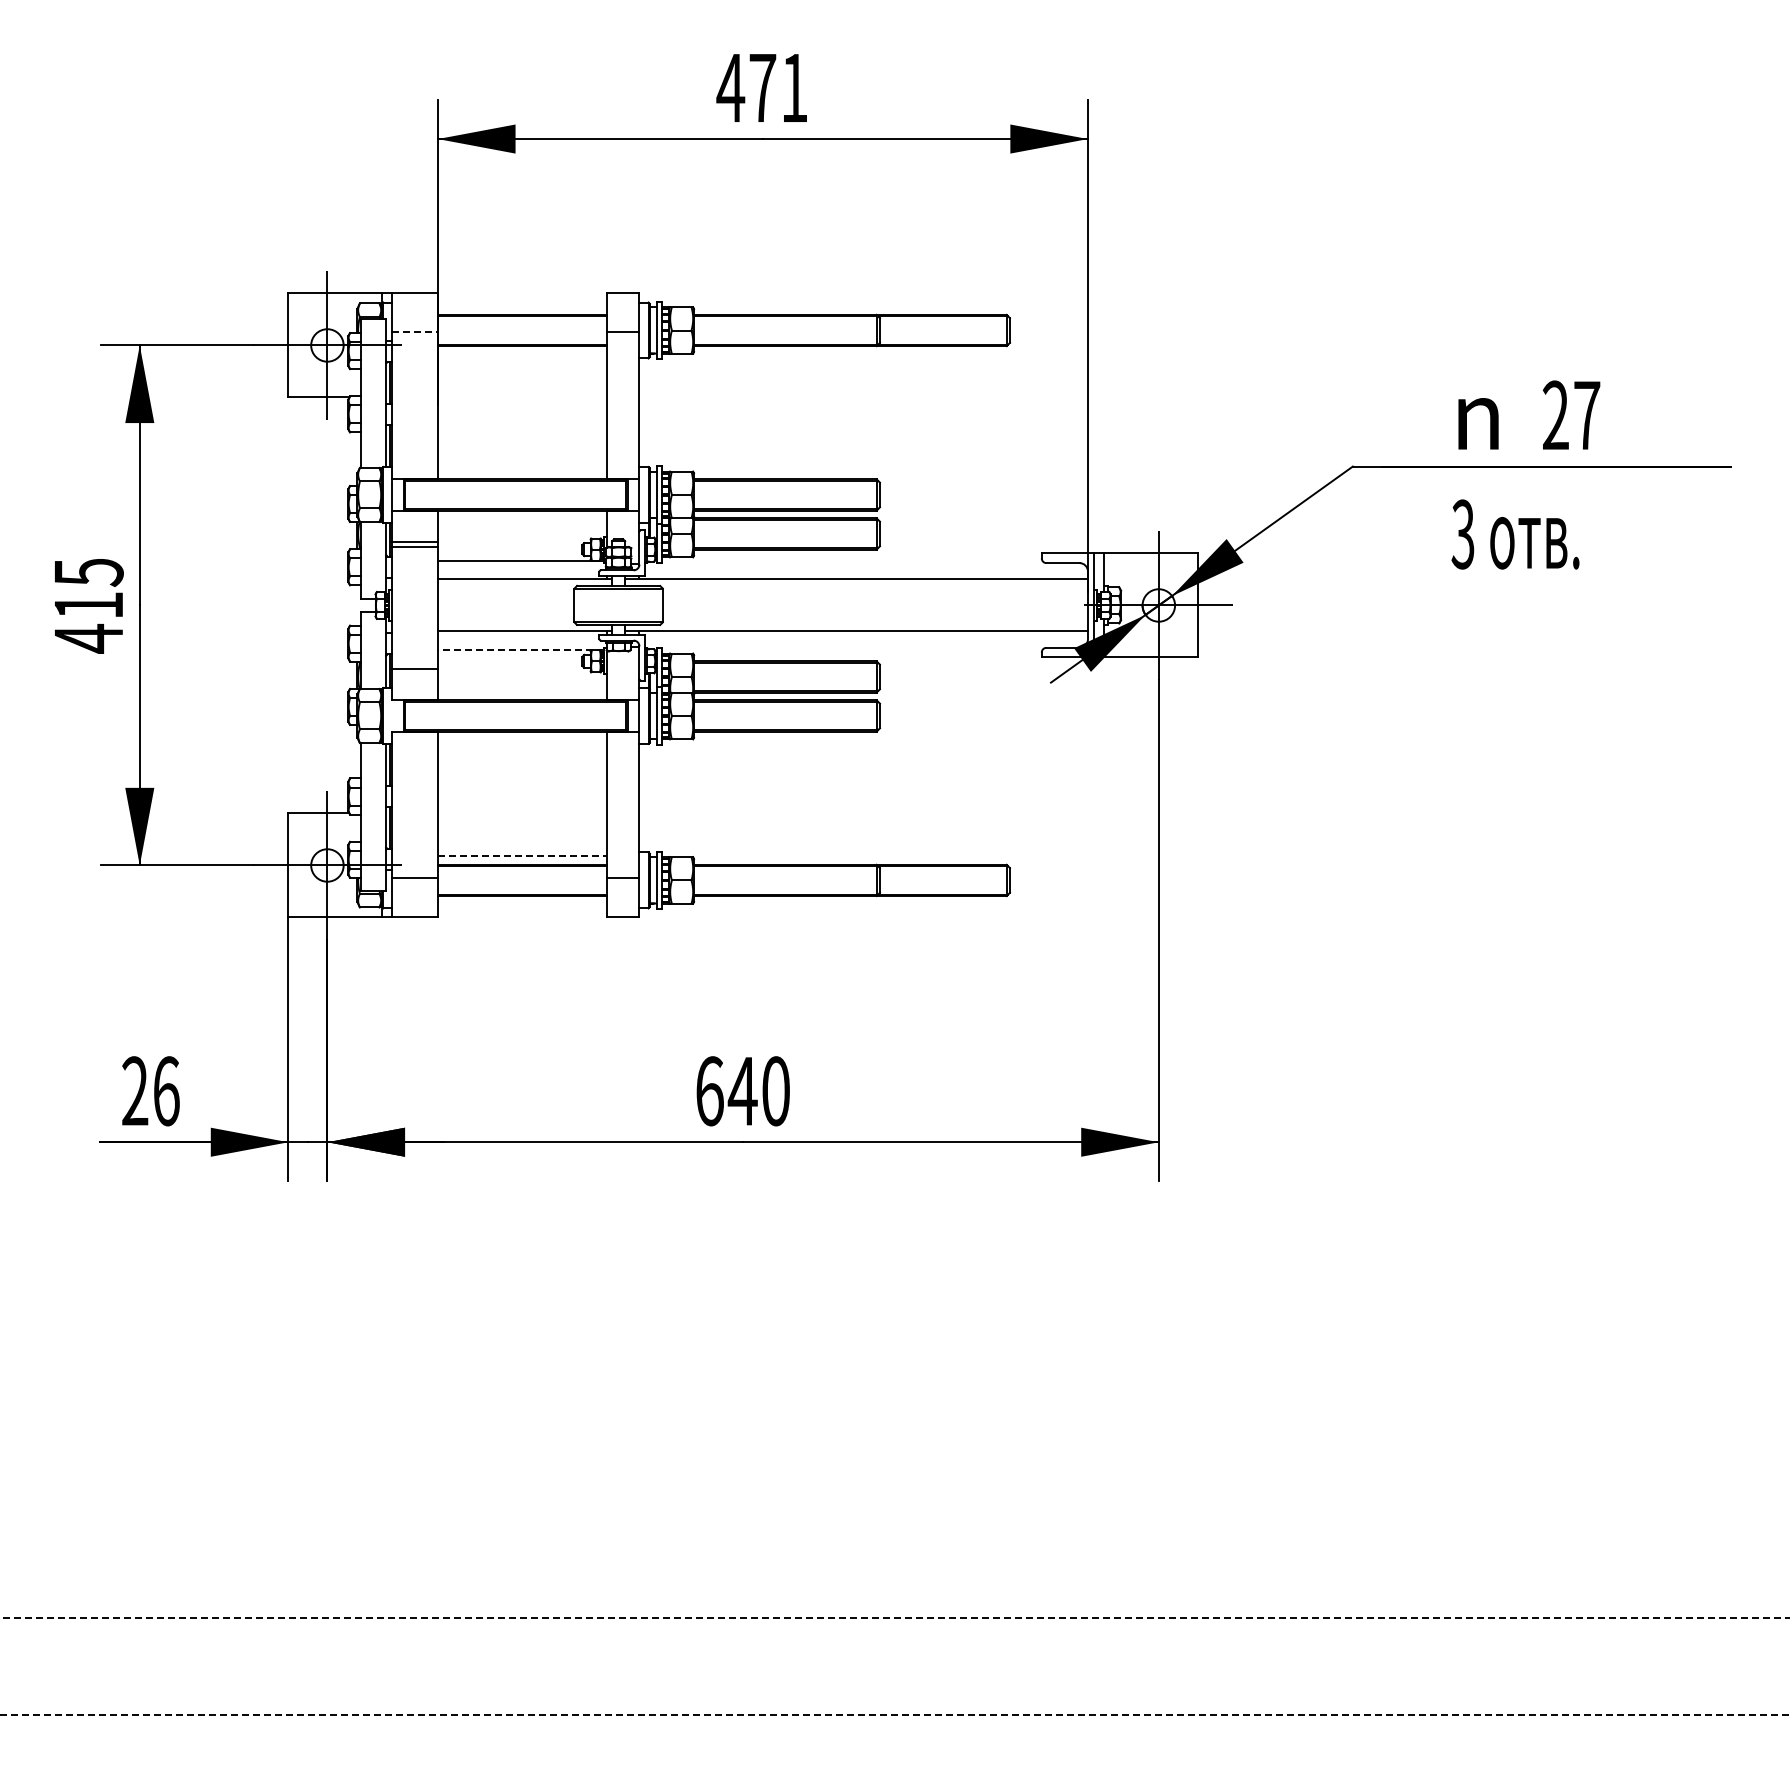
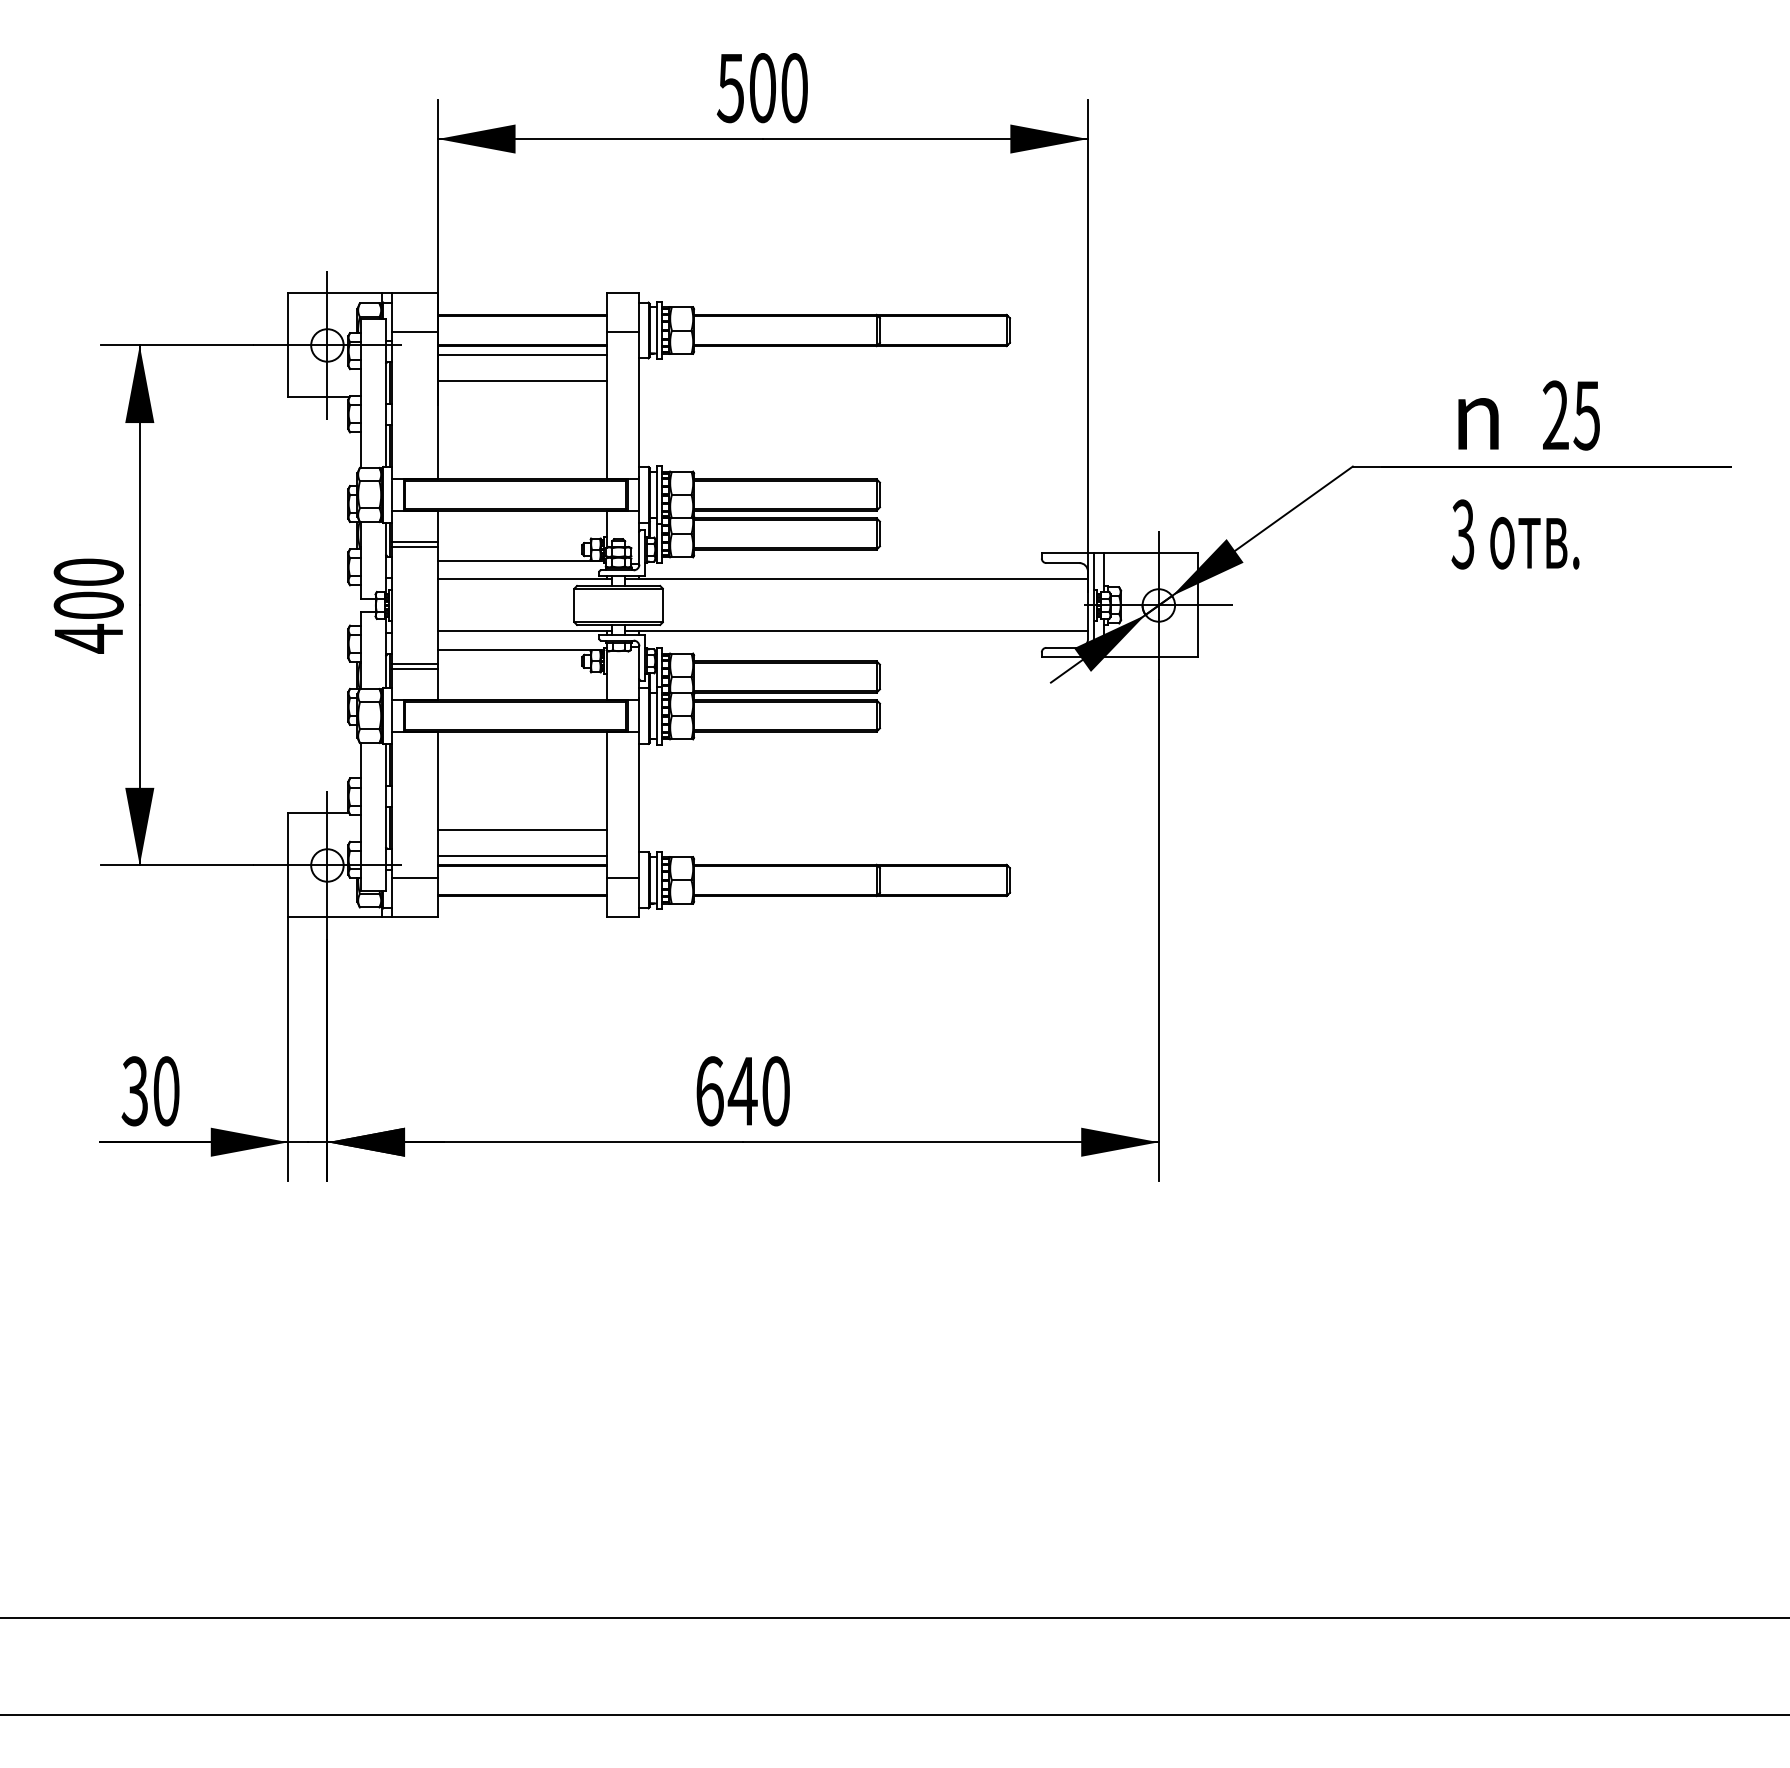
text at (761, 88): 471 -> 500
line at (415, 332): dashed -> solid
line at (521, 354): none -> present
line at (521, 380): none -> present
text at (1586, 415): 27 -> 25
text at (88, 588): 415 -> 400
line at (520, 649): dashed -> solid
line at (414, 663): none -> present
line at (392, 715): none -> present
line at (521, 830): none -> present
line at (522, 856): dashed -> solid
text at (150, 1091): 26 -> 30
line at (894, 1618): dashed -> solid
line at (894, 1715): dashed -> solid
